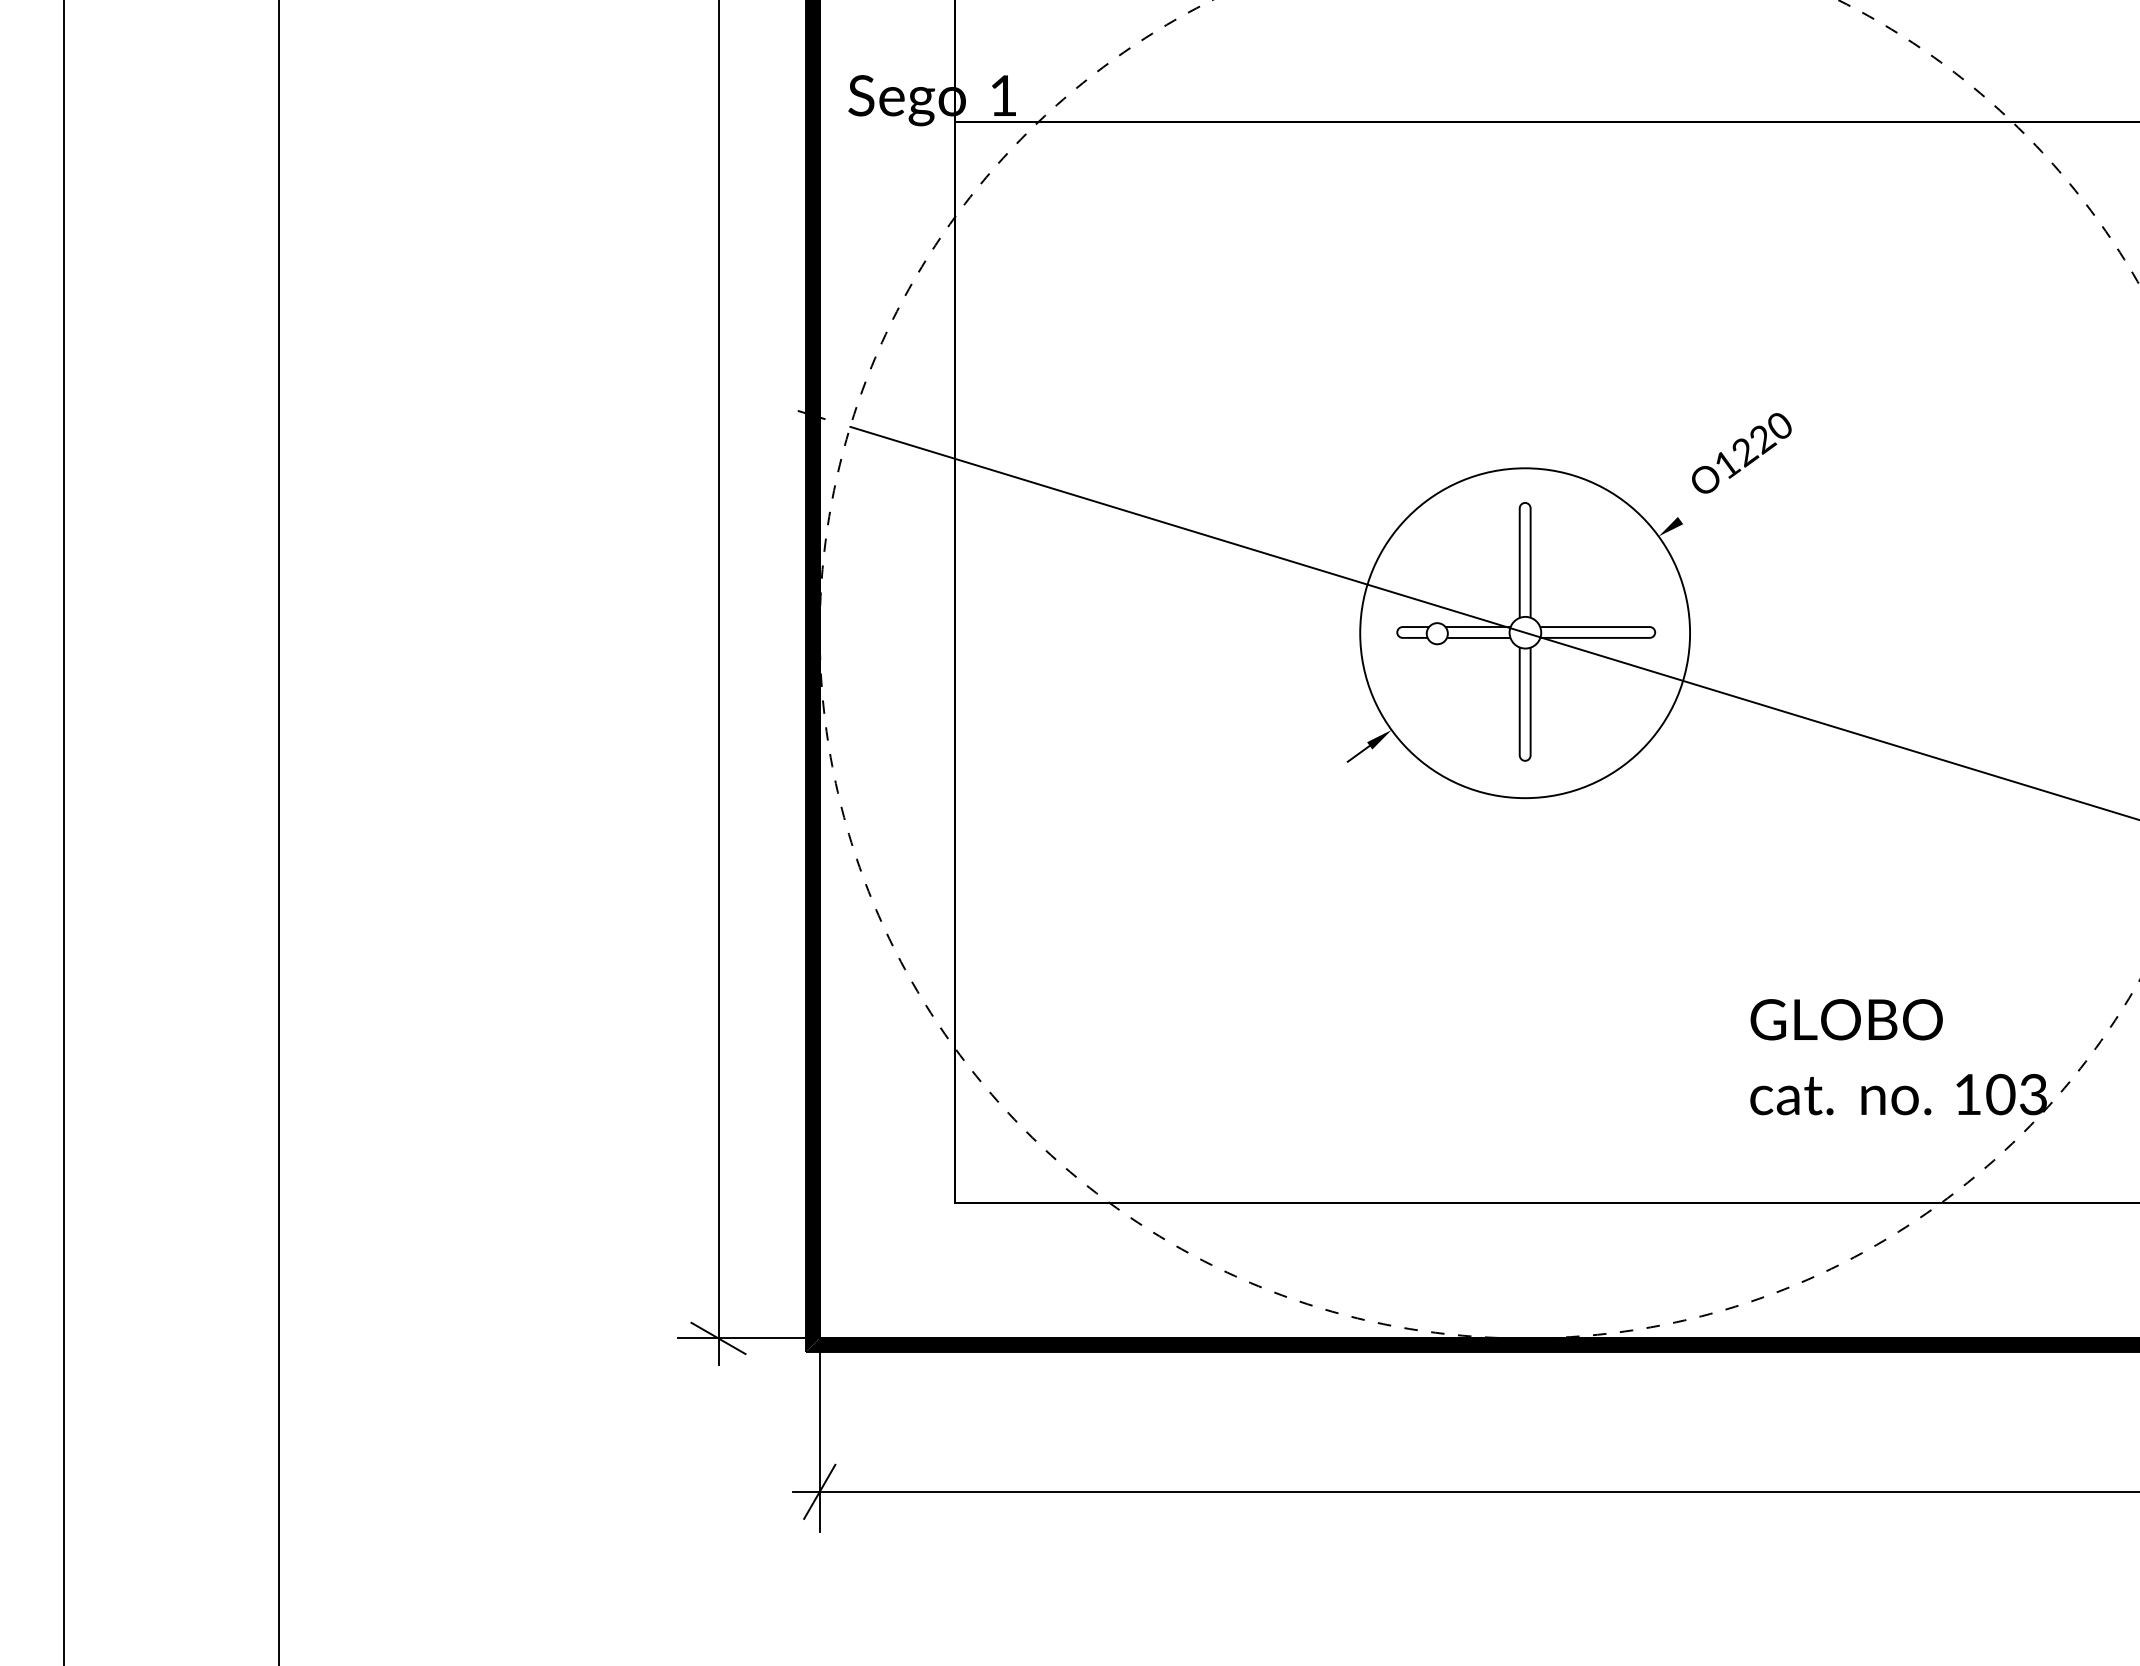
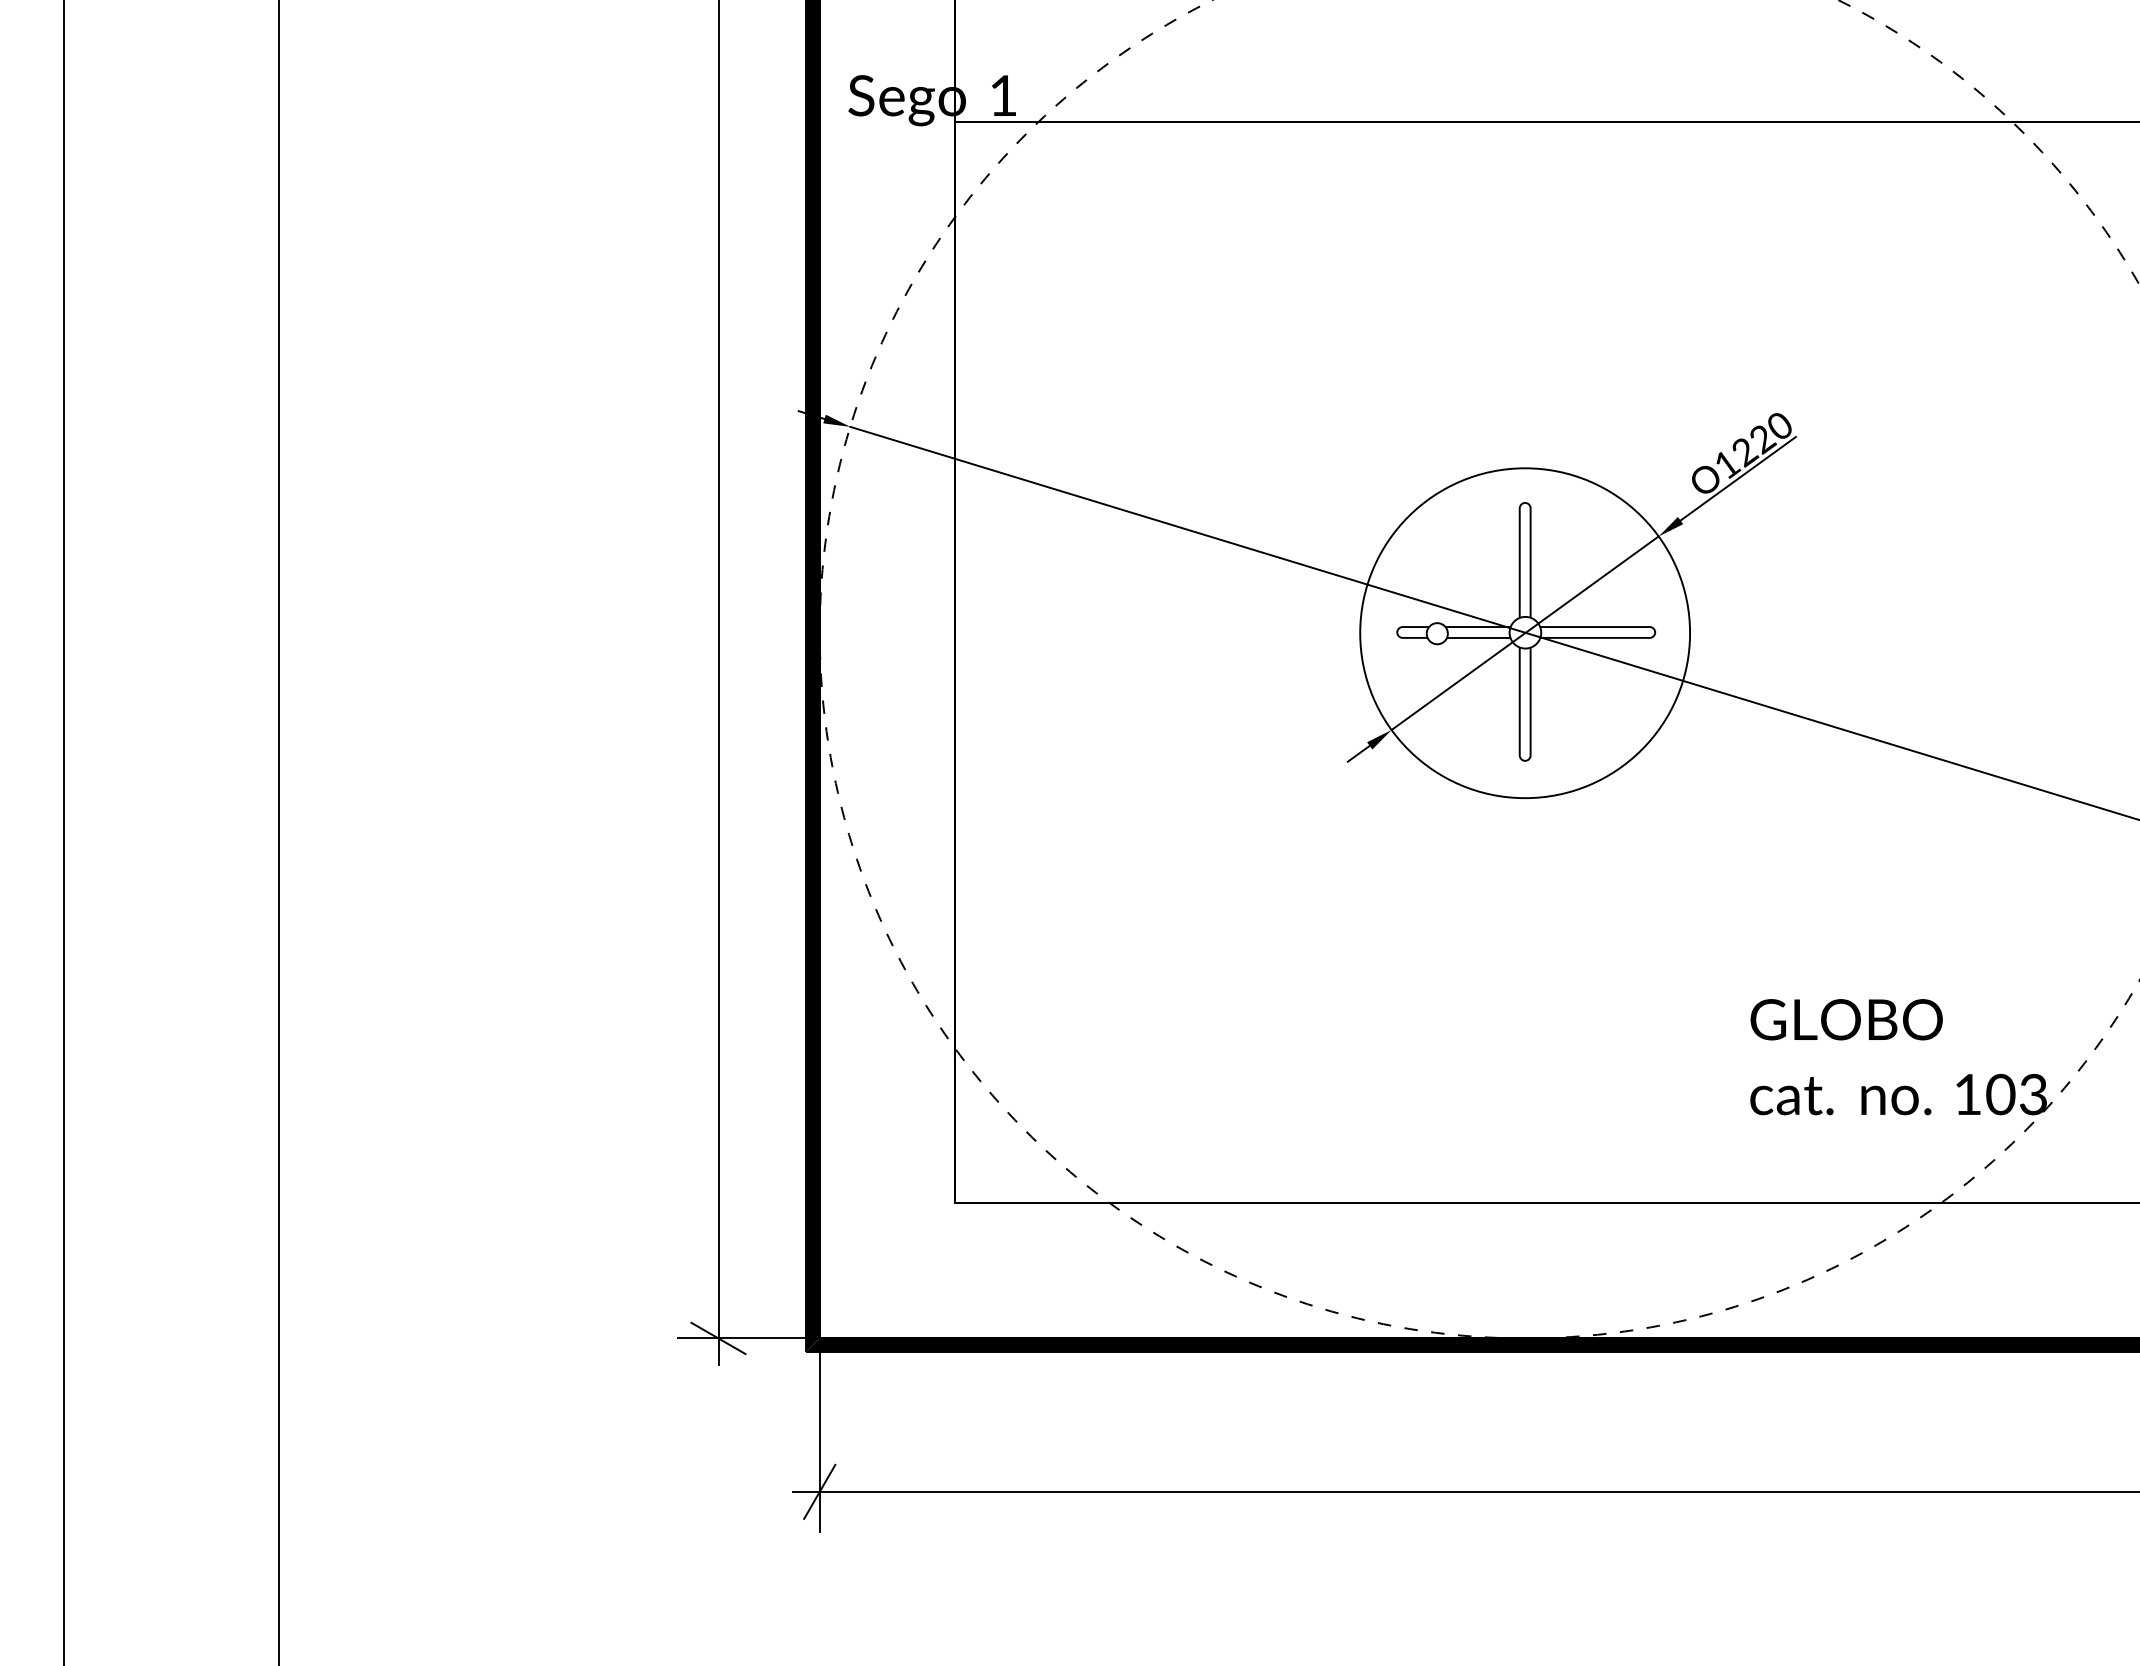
fill at (836, 420): none -> present
line at (1737, 478): none -> present
line at (1524, 633): none -> present
